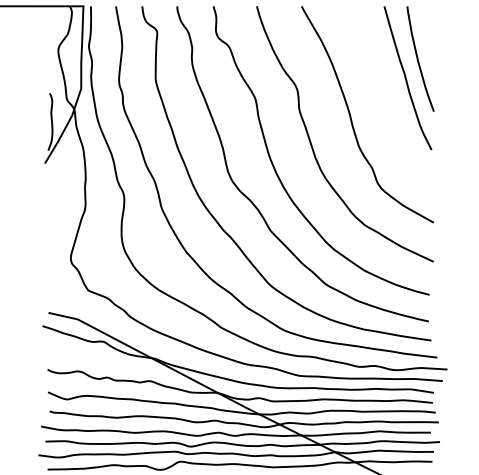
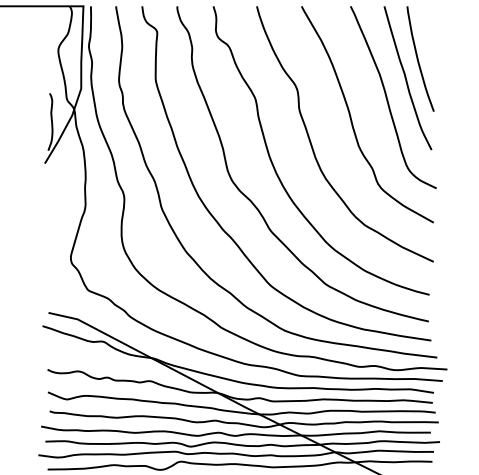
curve at (388, 100): none -> present
